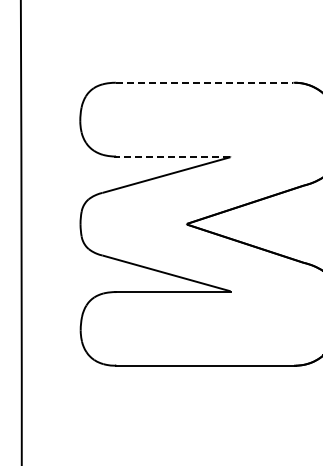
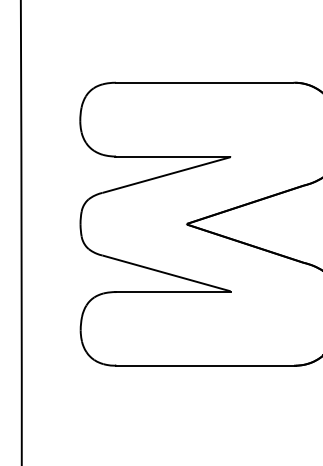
line at (204, 82): dashed -> solid
line at (172, 156): dashed -> solid
